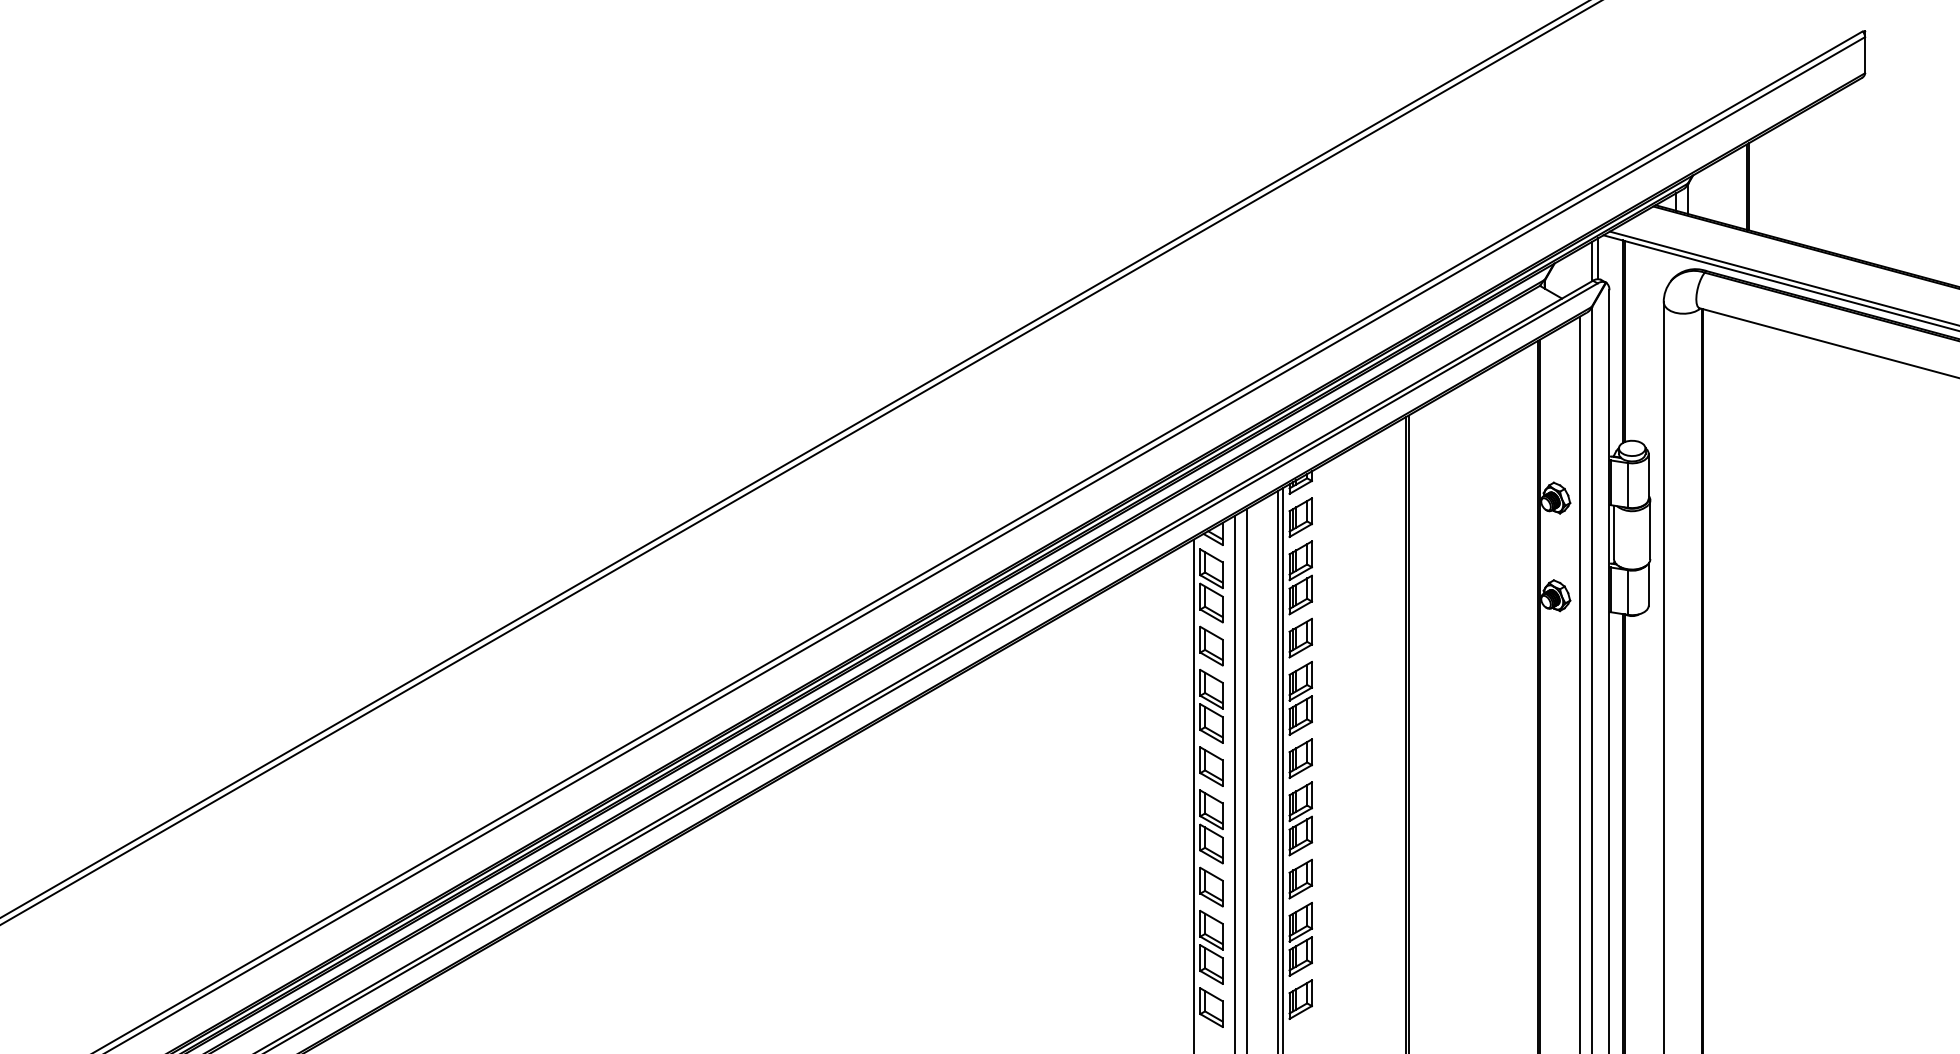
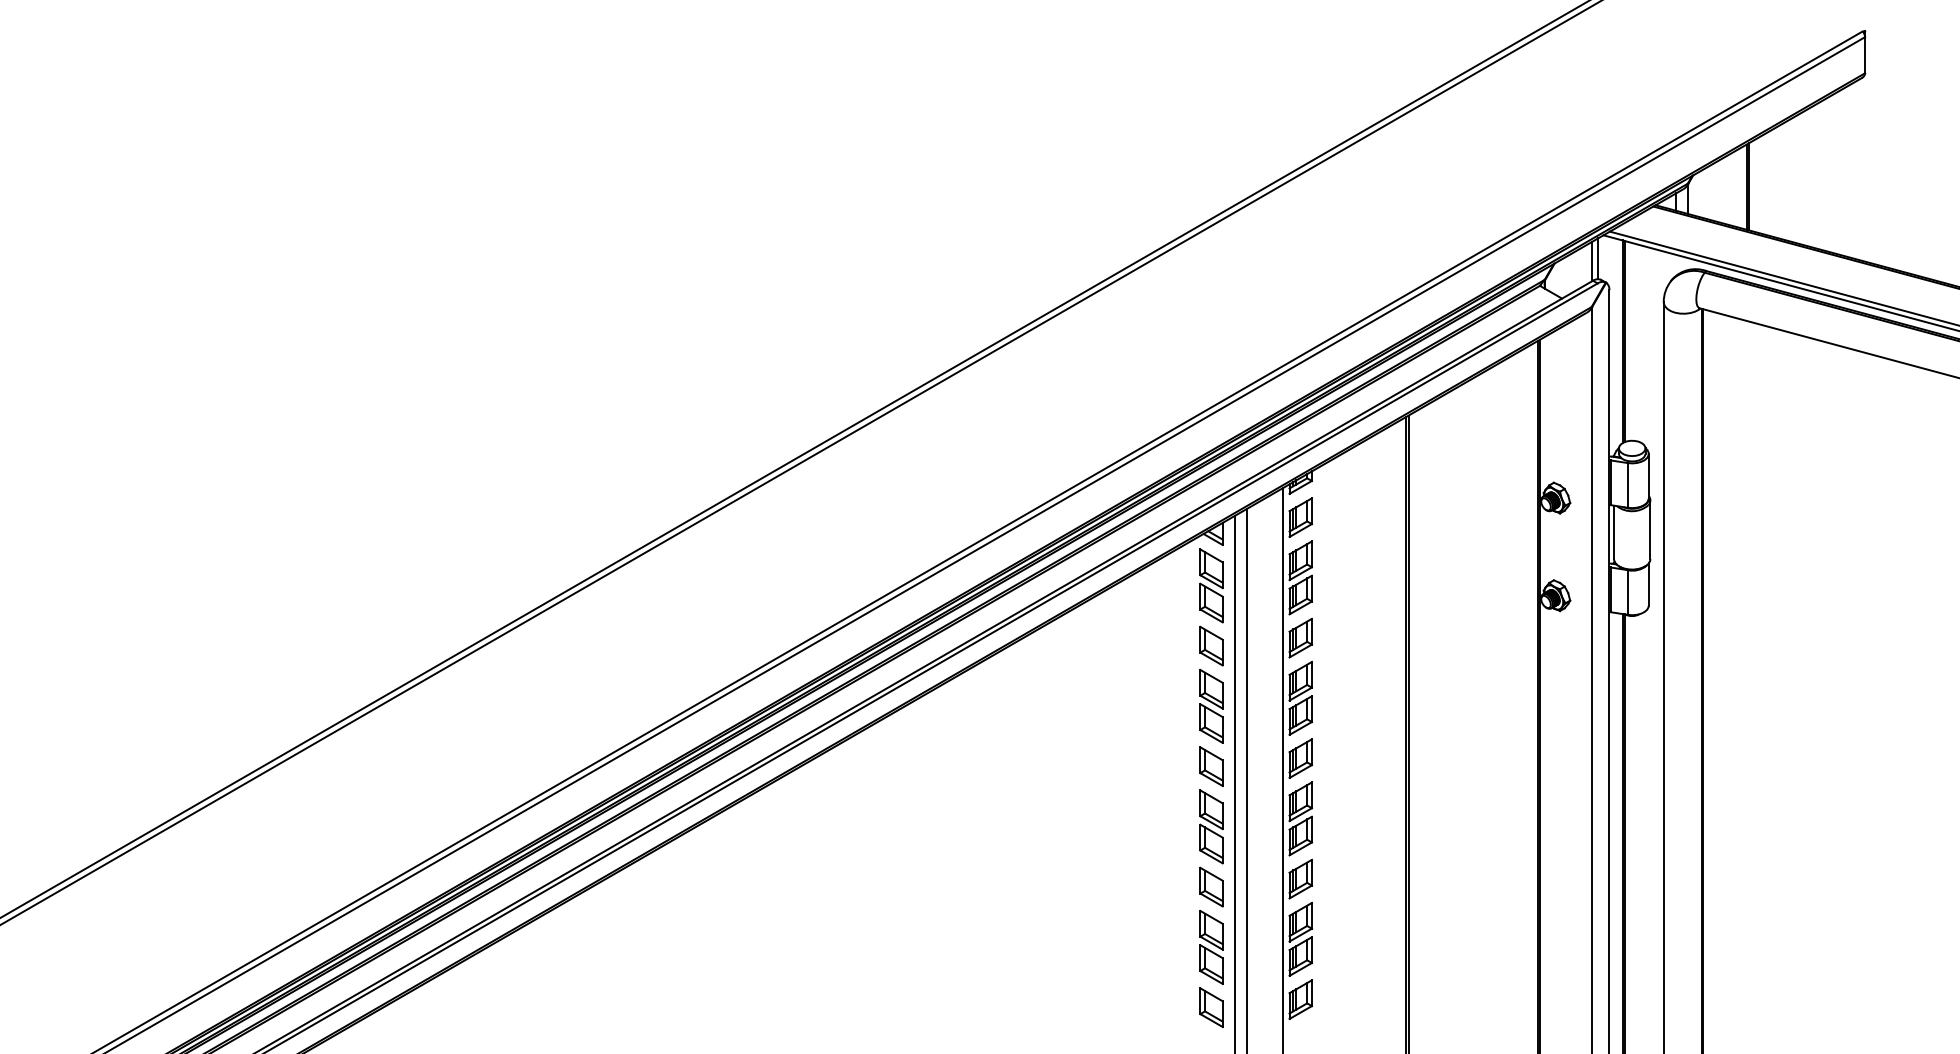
line at (1579, 683): present -> none
line at (1278, 770): present -> none
line at (1193, 794): present -> none
